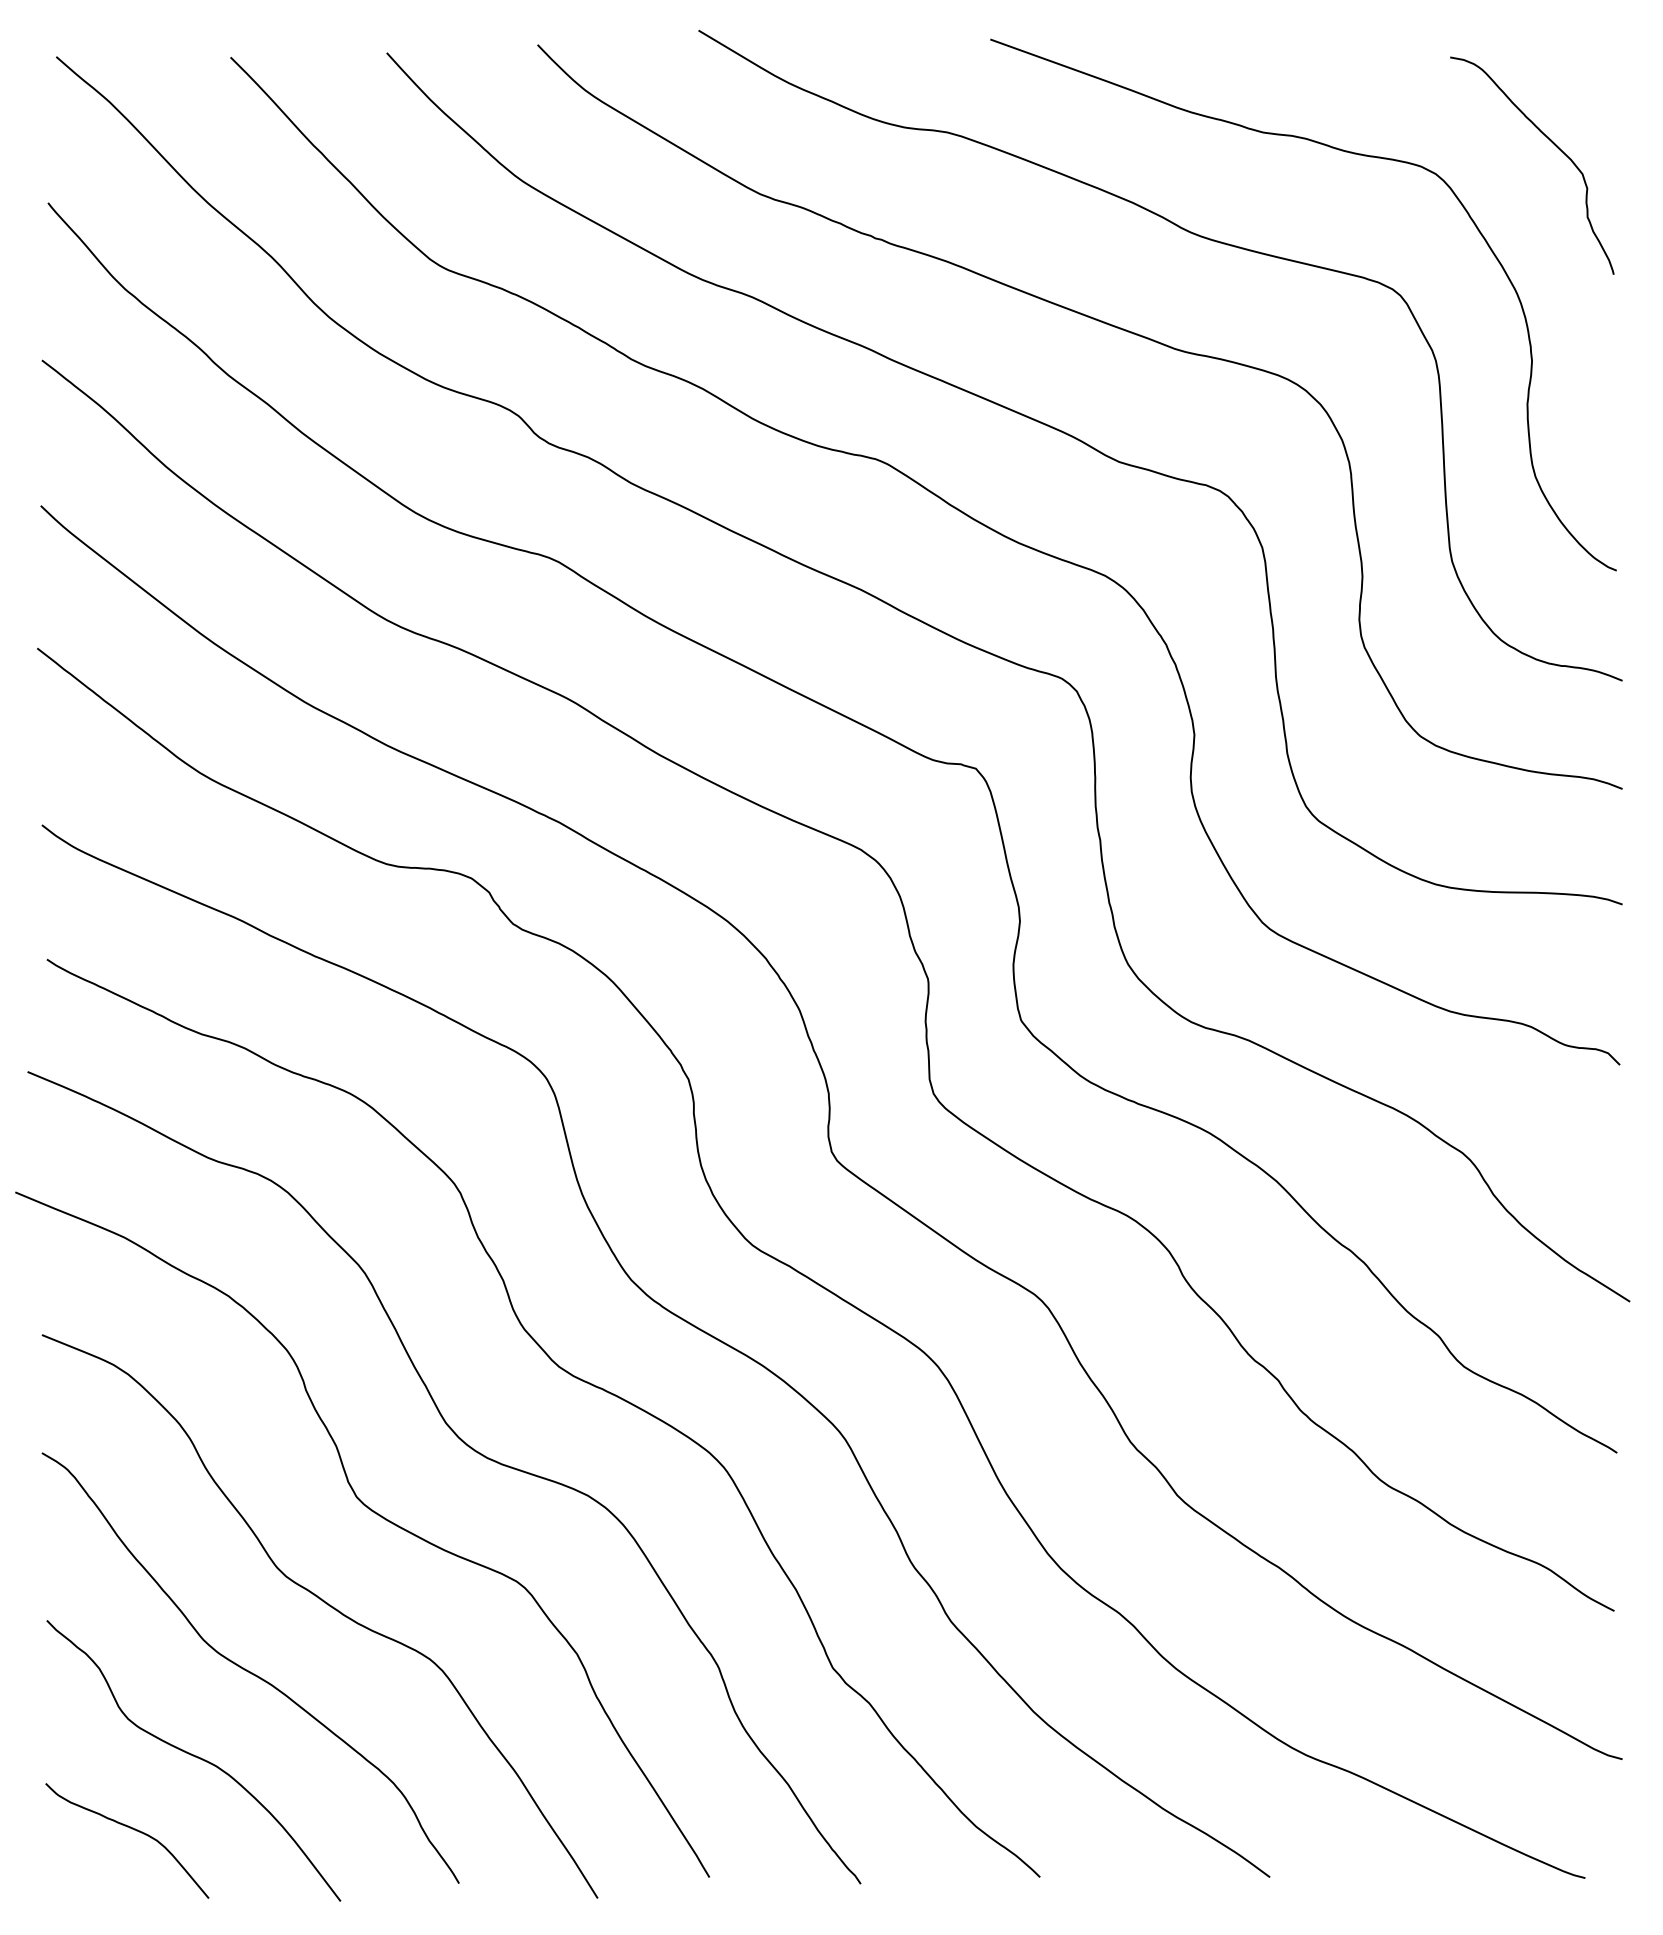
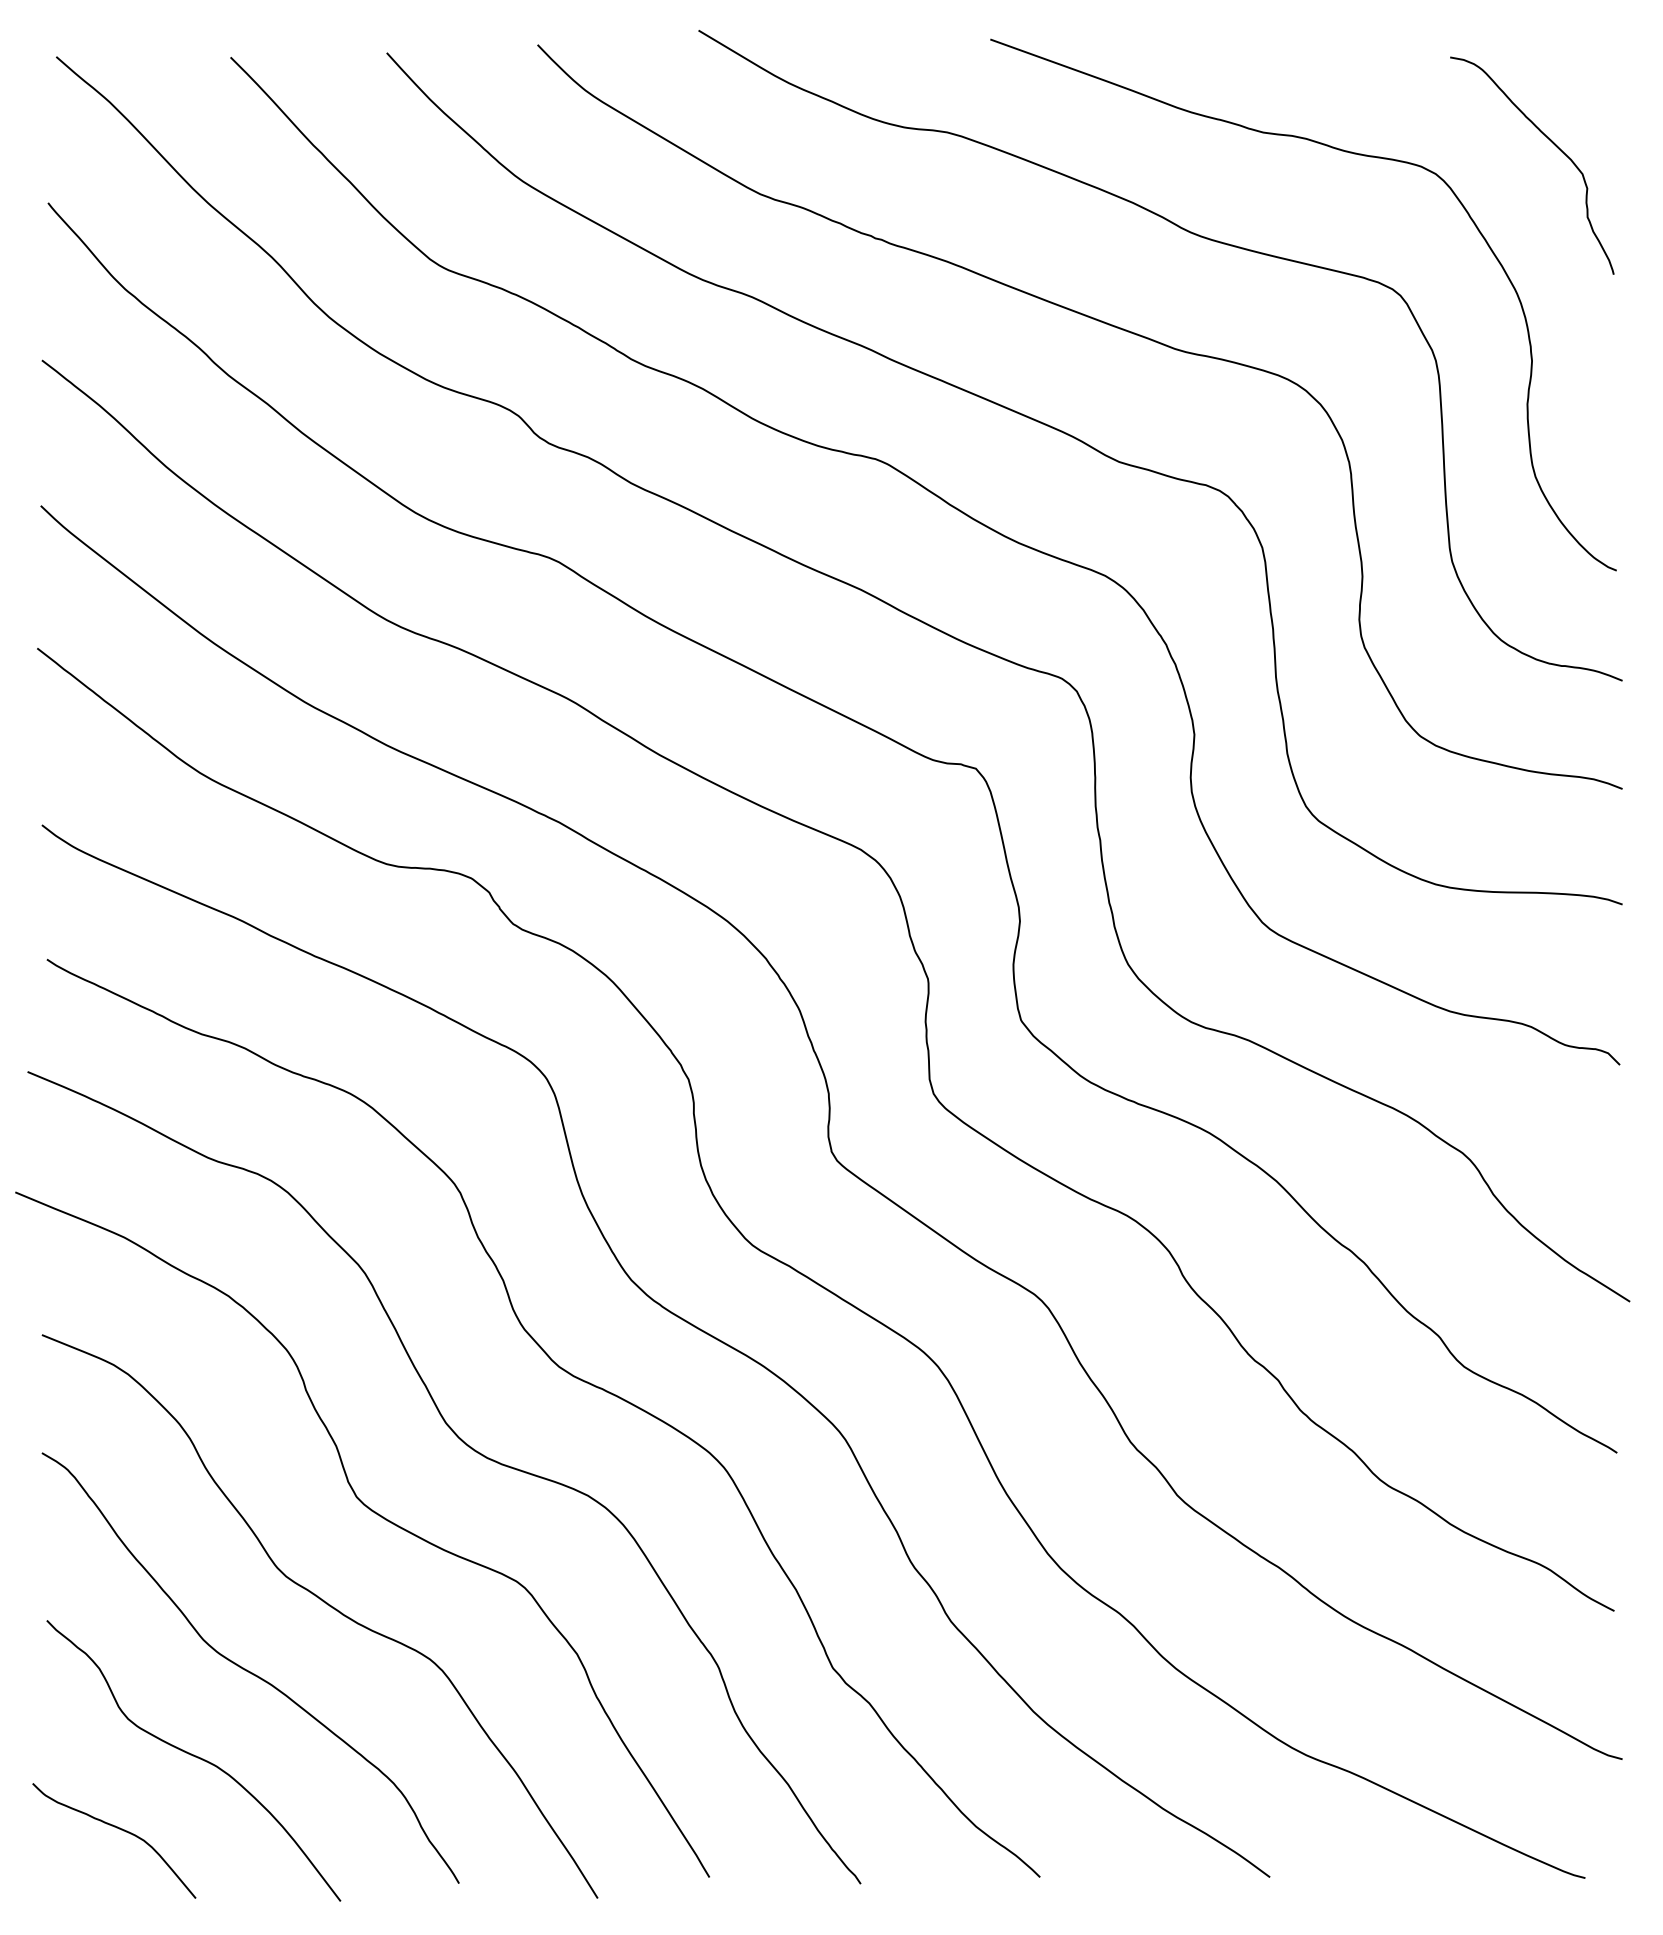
curve at (132, 1829) position: (132, 1829) -> (119, 1829)
